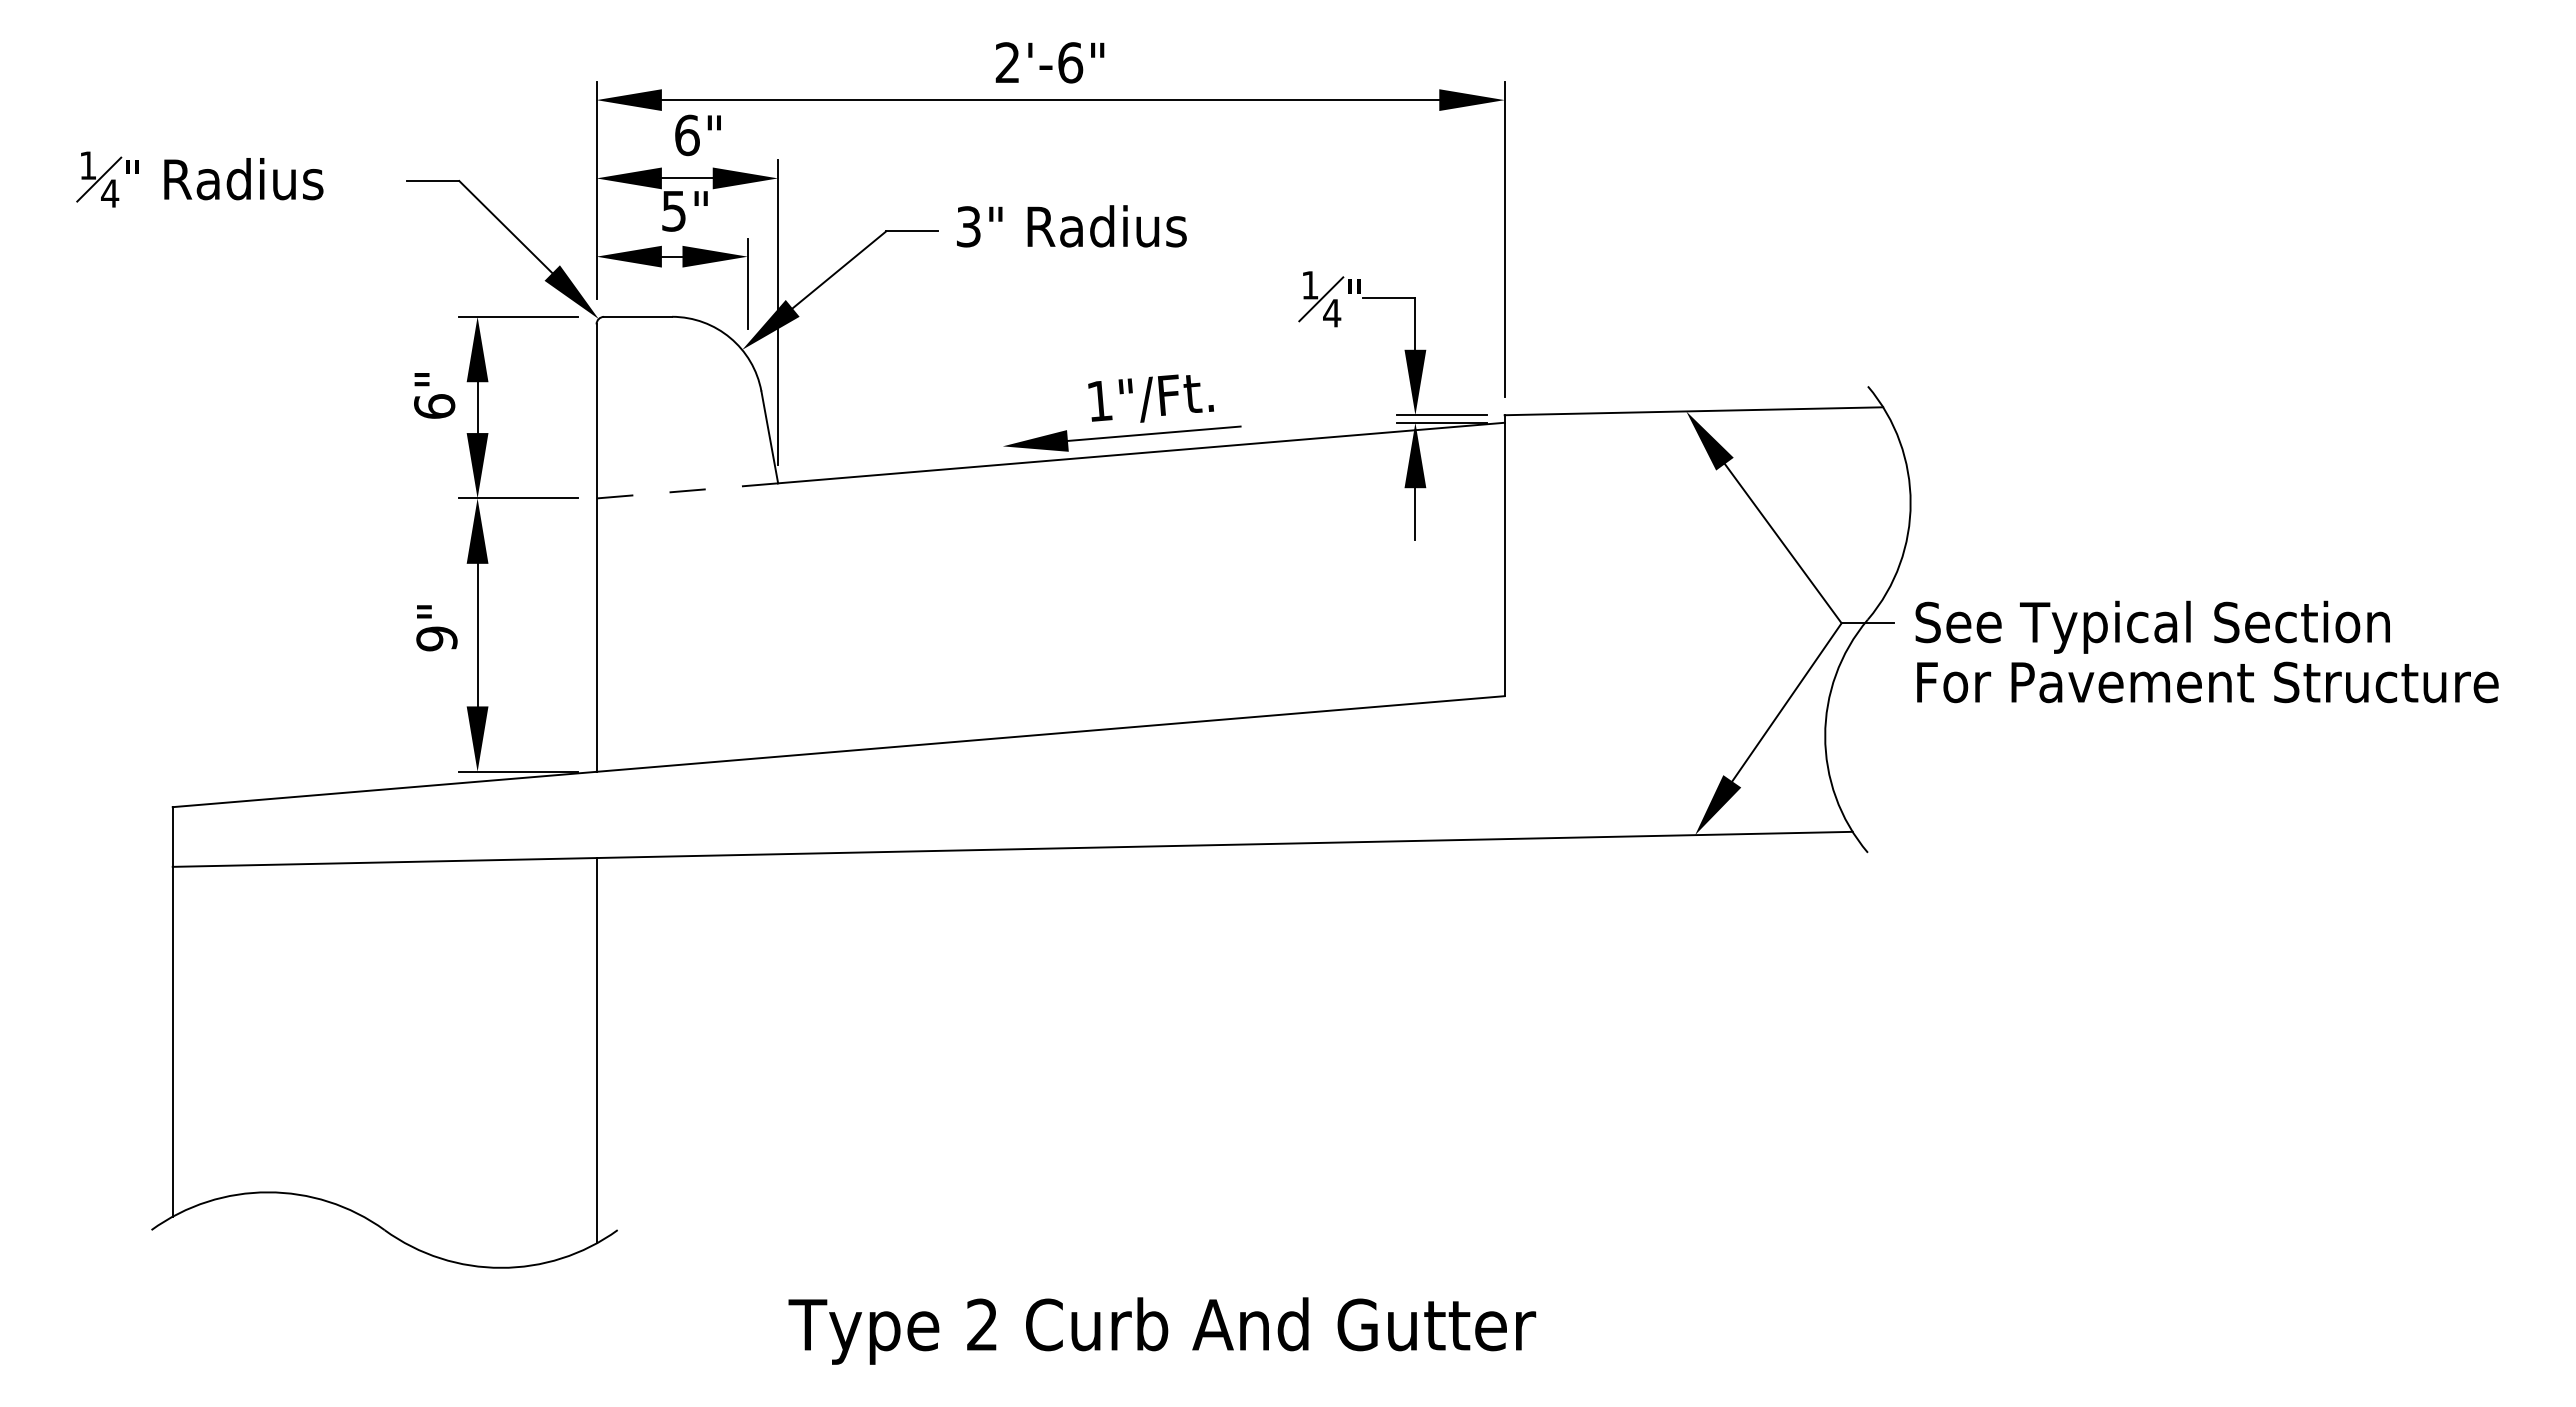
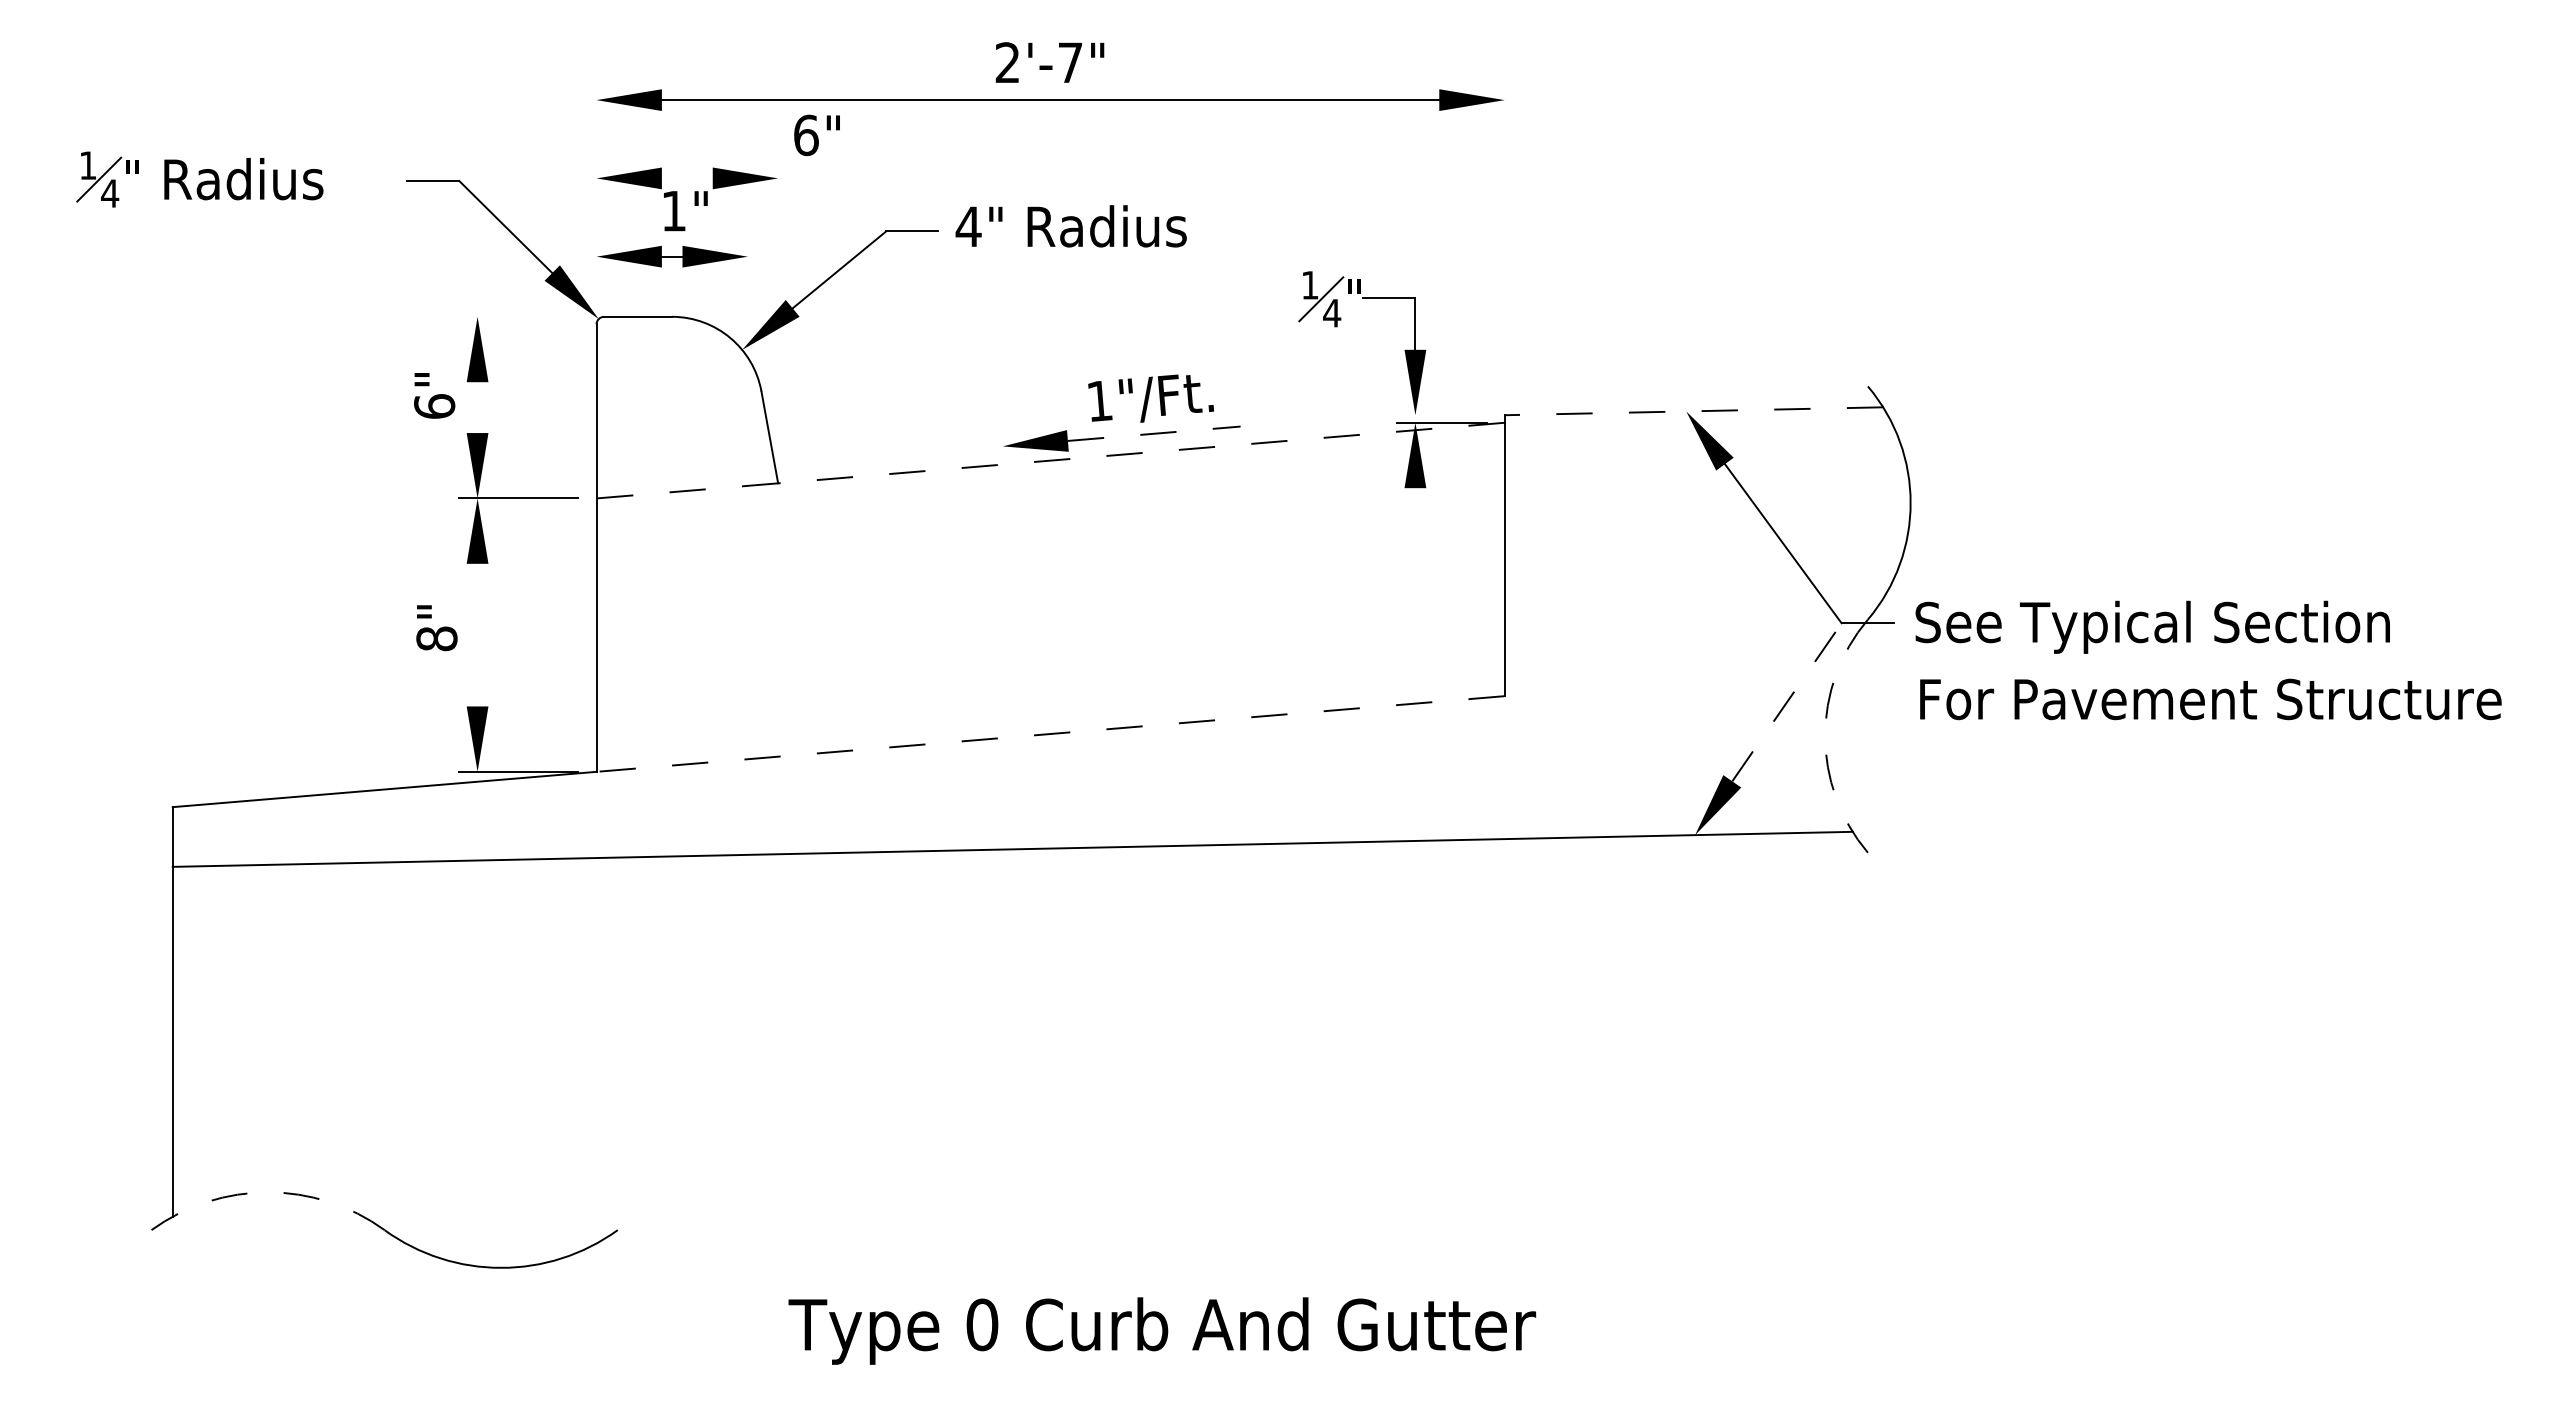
text at (1070, 62): 2'-6" -> 2'-7"
text at (697, 135) position: (697, 135) -> (816, 135)
line at (686, 178): present -> none
line at (596, 189): present -> none
text at (673, 211): 5" -> 1"
text at (968, 226): 3" -> 4"
line at (1504, 238): present -> none
line at (747, 283): present -> none
line at (778, 312): present -> none
line at (518, 316): present -> none
line at (477, 407): present -> none
line at (1693, 411): solid -> dashed
line at (1441, 415): present -> none
line at (1154, 433): solid -> dashed
line at (1141, 453): solid -> dashed
line at (1415, 514): present -> none
line at (477, 634): present -> none
text at (436, 638): 9" -> 8"
text at (2207, 682) position: (2207, 682) -> (2210, 699)
line at (1787, 701): solid -> dashed
line at (1050, 734): solid -> dashed
arc at (1825, 736): solid -> dashed
line at (596, 1050): present -> none
arc at (268, 1192): solid -> dashed
text at (982, 1324): 2 -> 0
